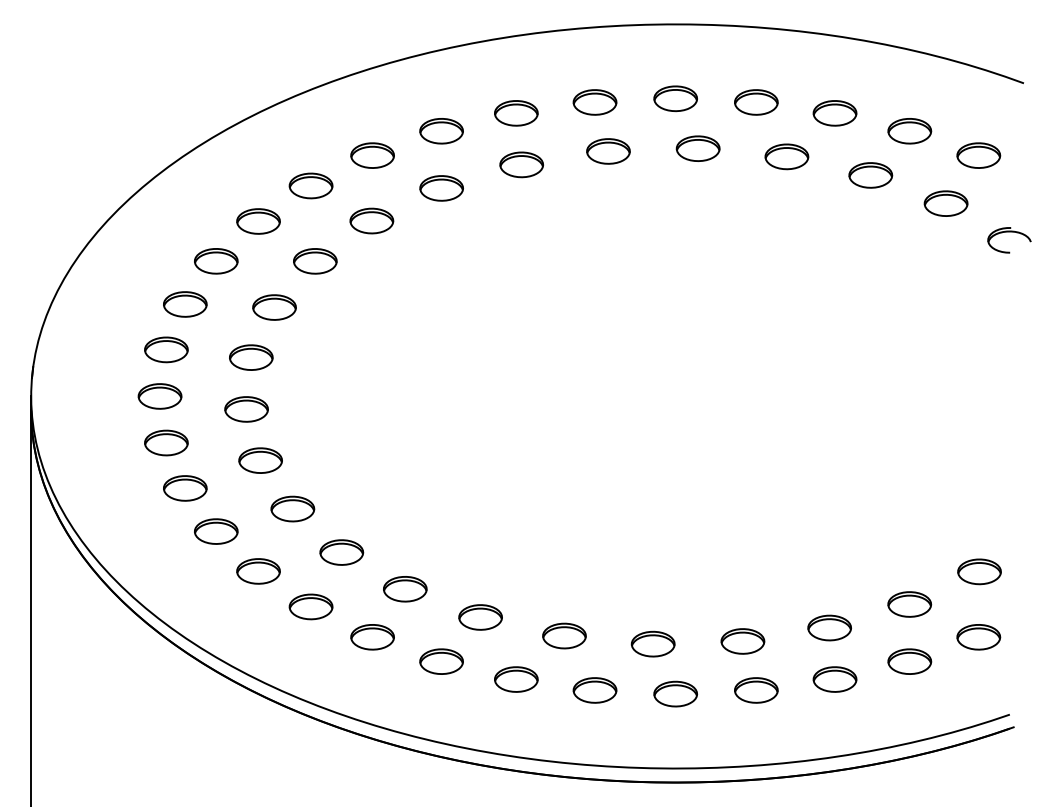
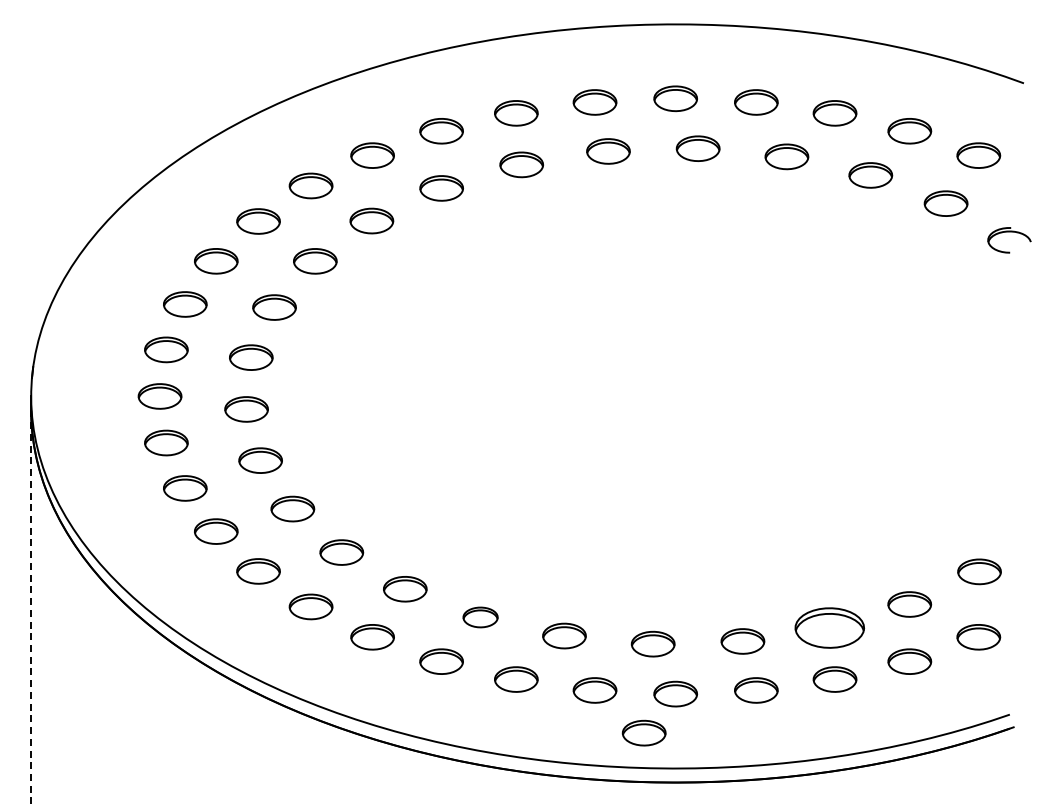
line at (31, 608): solid -> dashed
part at (480, 617) size: 45x27 px -> 37x23 px
part at (829, 627) size: 45x28 px -> 71x42 px
part at (643, 732): none -> present
